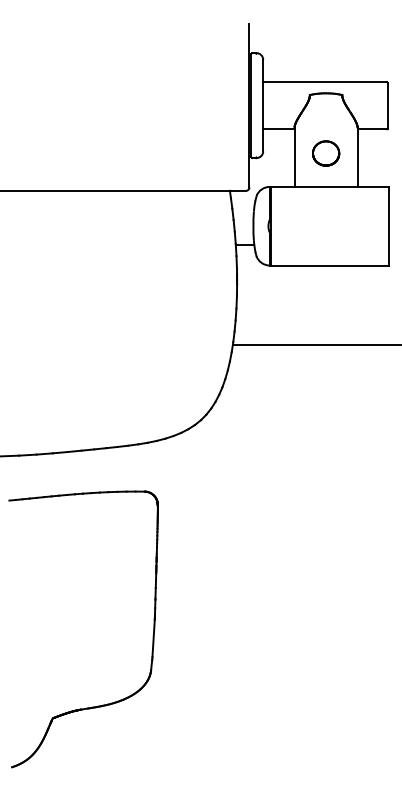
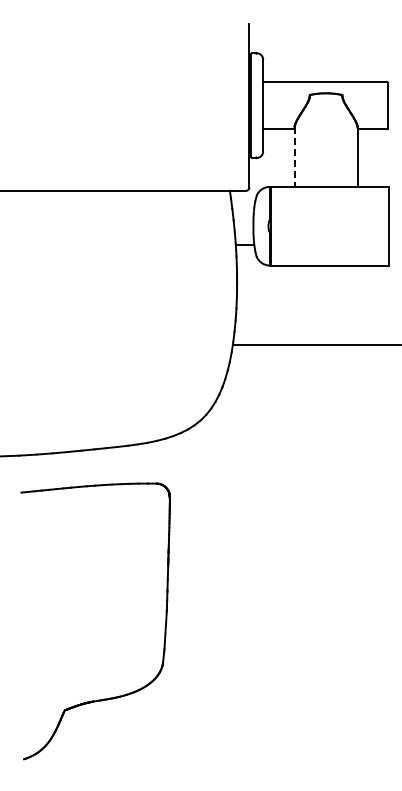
part at (326, 153): present -> none
line at (294, 157): solid -> dashed
part at (152, 635) position: (152, 635) -> (164, 627)
